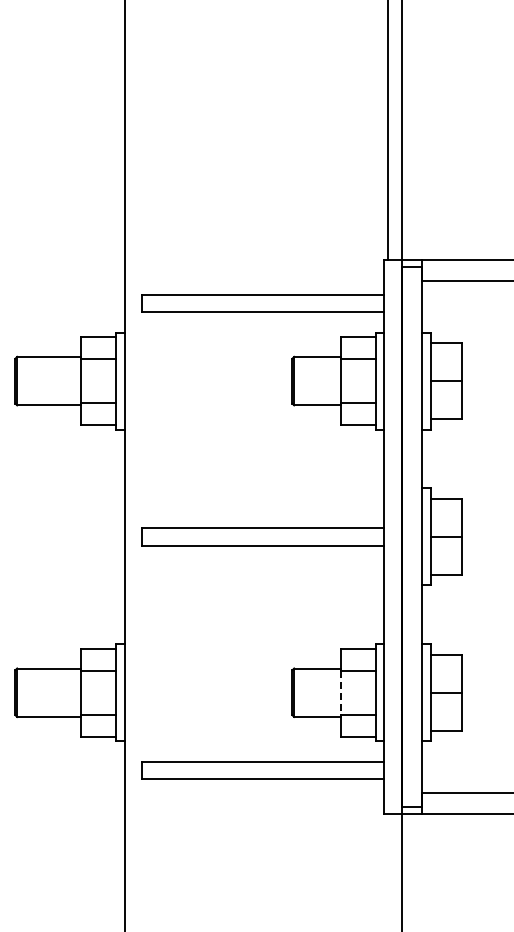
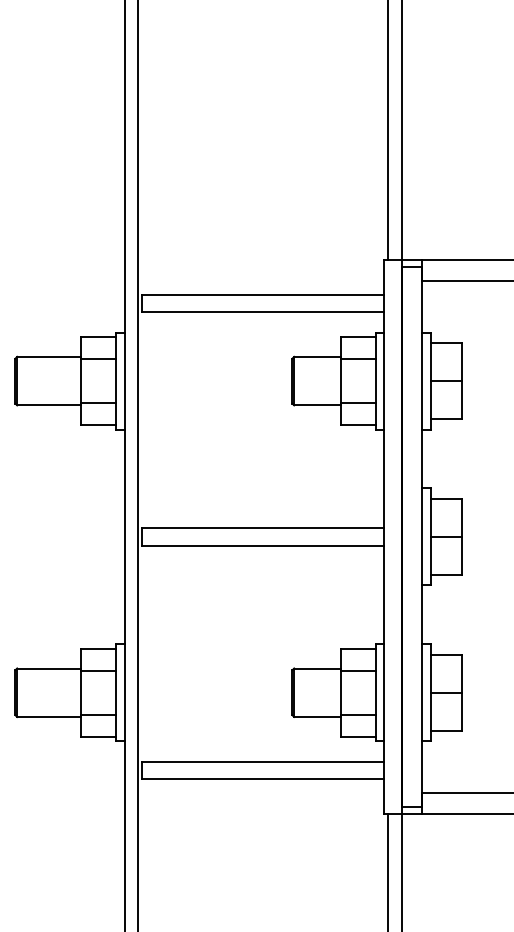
line at (138, 465): none -> present
line at (340, 692): dashed -> solid
line at (387, 870): none -> present
